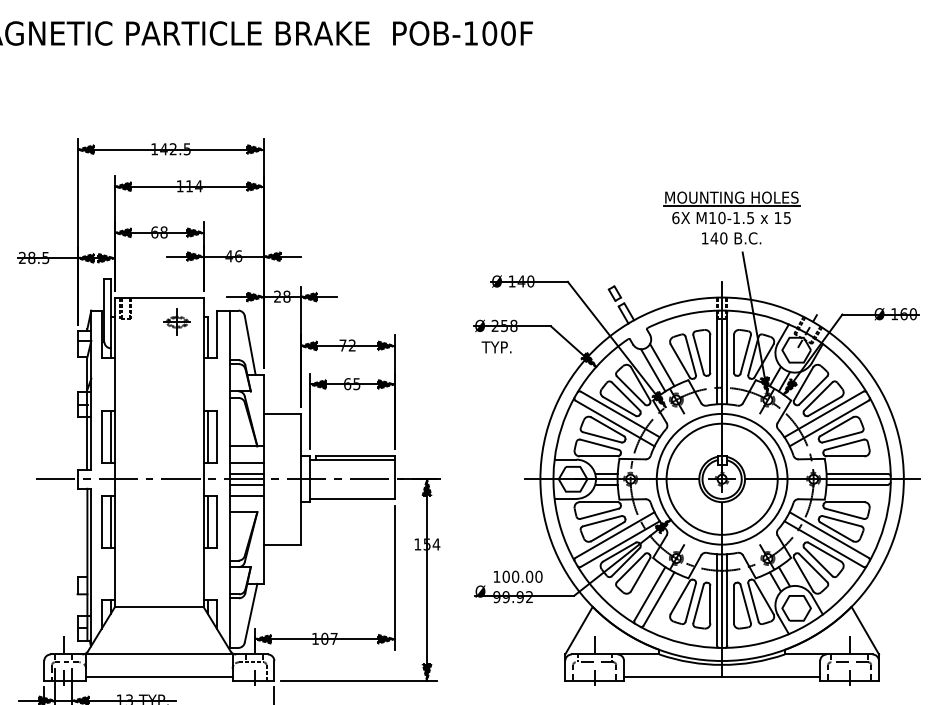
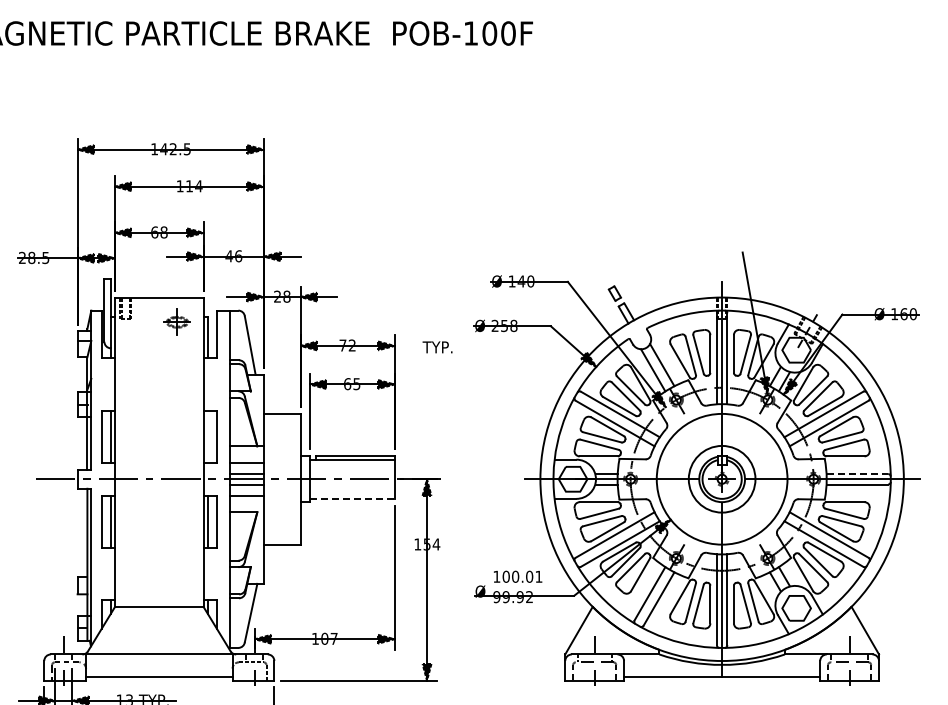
part at (731, 217): present -> none
text at (496, 347) position: (496, 347) -> (437, 347)
line at (207, 436): present -> none
line at (857, 474): solid -> dashed
circle at (721, 478) diameter: 111 px -> 67 px
line at (352, 498): solid -> dashed
text at (538, 576): 100.00 -> 100.01
